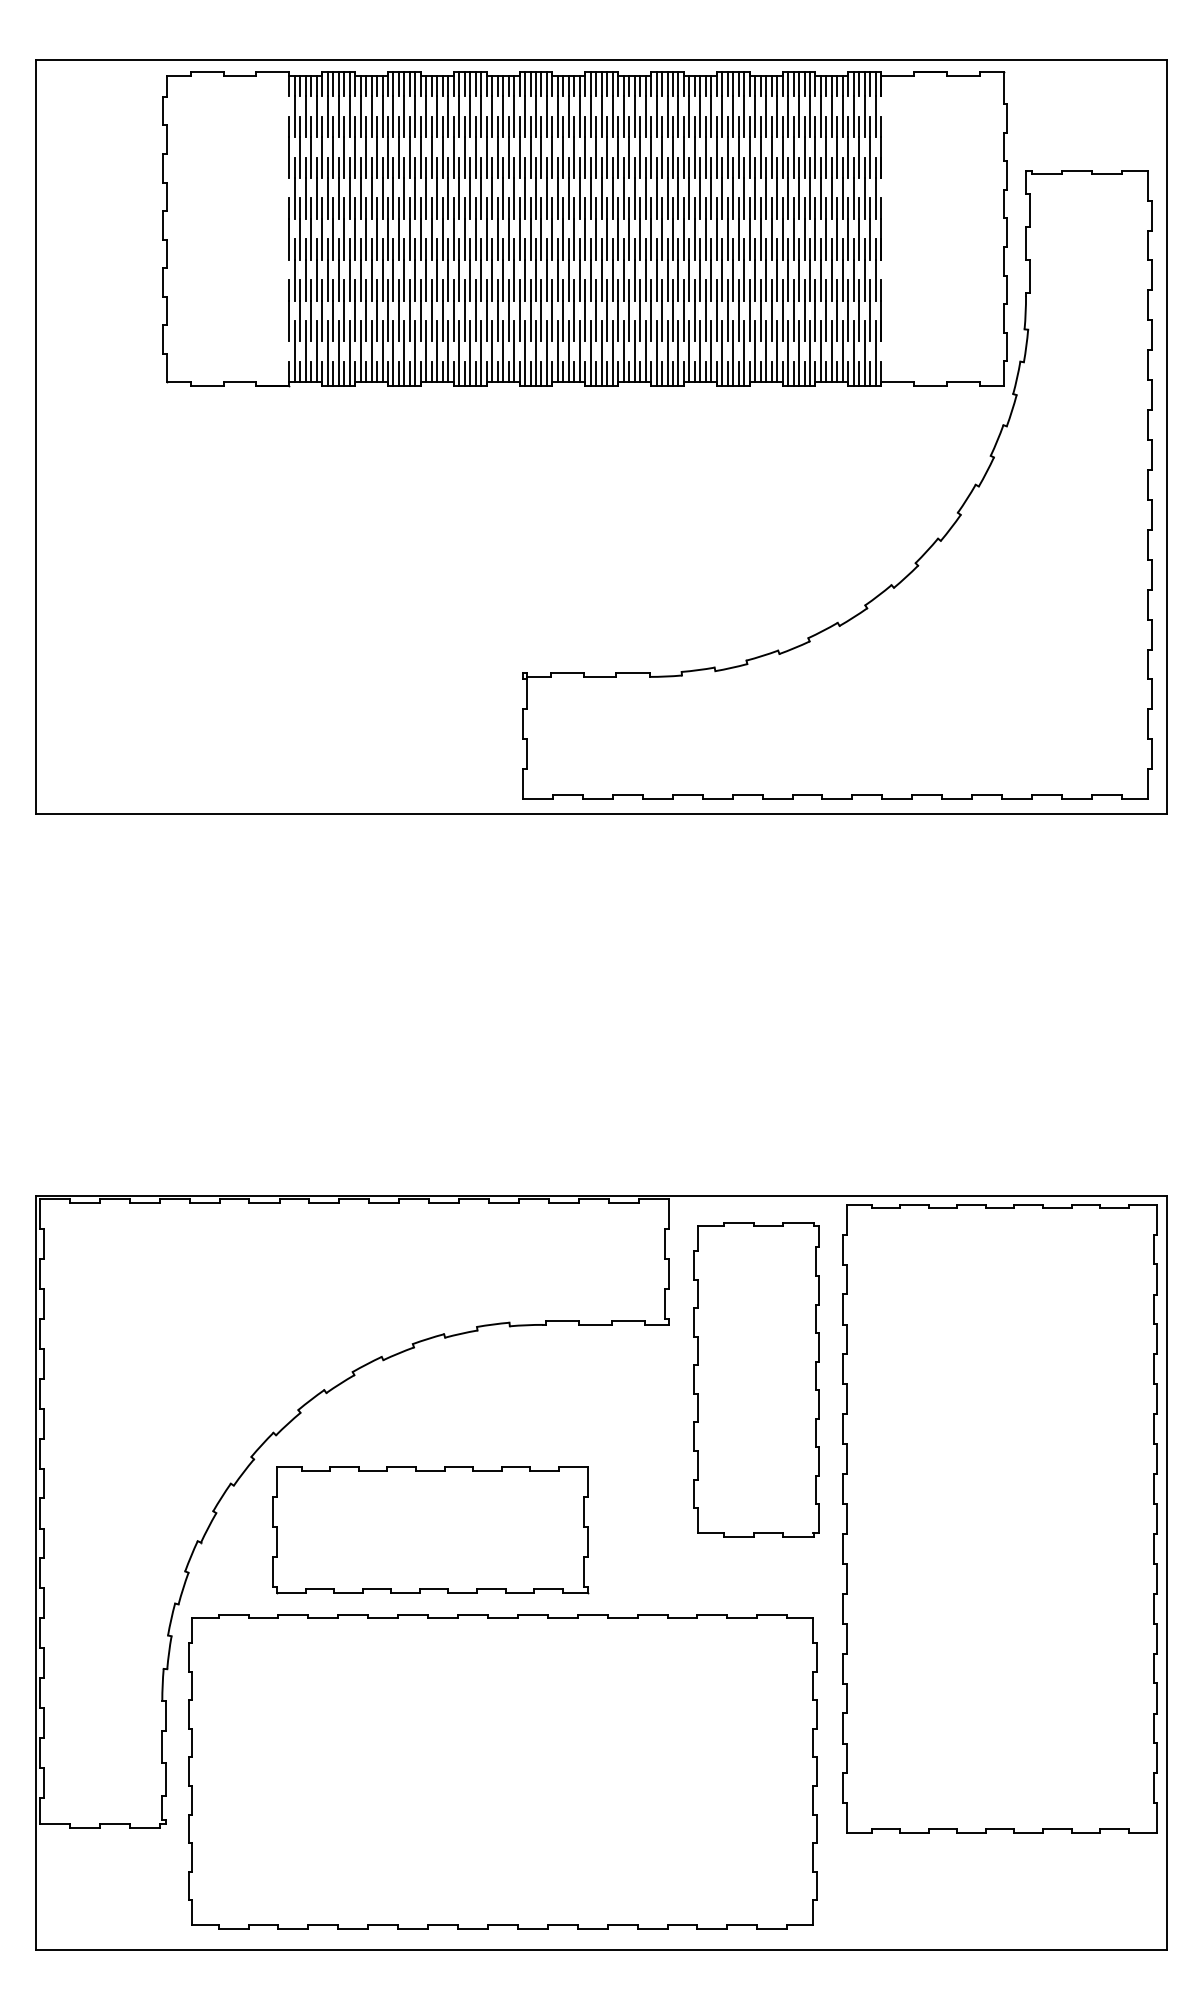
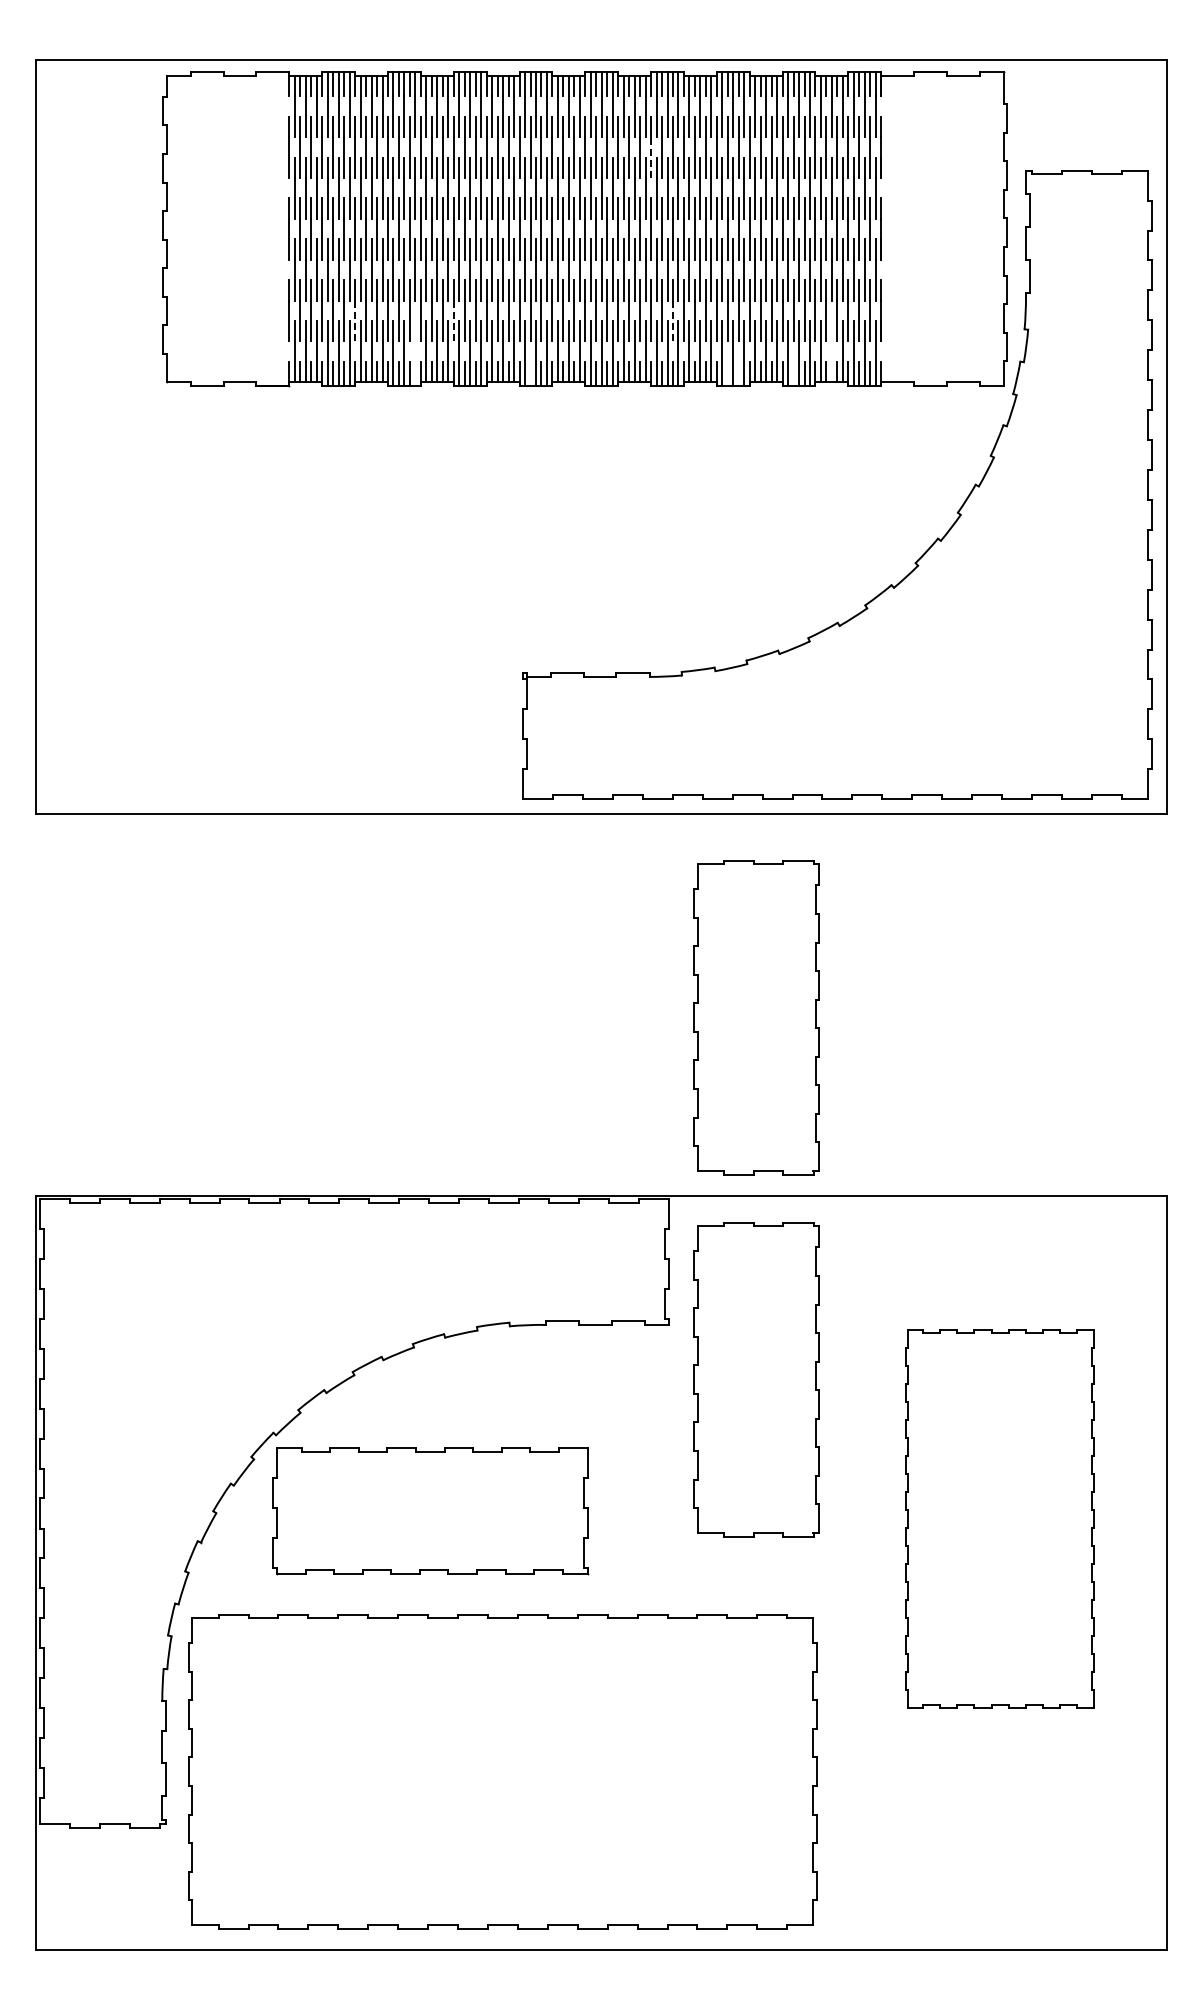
line at (651, 157): solid -> dashed
line at (355, 320): solid -> dashed
line at (453, 320): solid -> dashed
line at (672, 320): solid -> dashed
line at (831, 351): present -> none
line at (415, 353): present -> none
line at (530, 373): present -> none
line at (727, 373): present -> none
line at (738, 373): present -> none
line at (793, 373): present -> none
part at (756, 1017): none -> present
part at (999, 1518) size: 316x630 px -> 190x380 px
part at (430, 1530) position: (430, 1530) -> (430, 1511)
